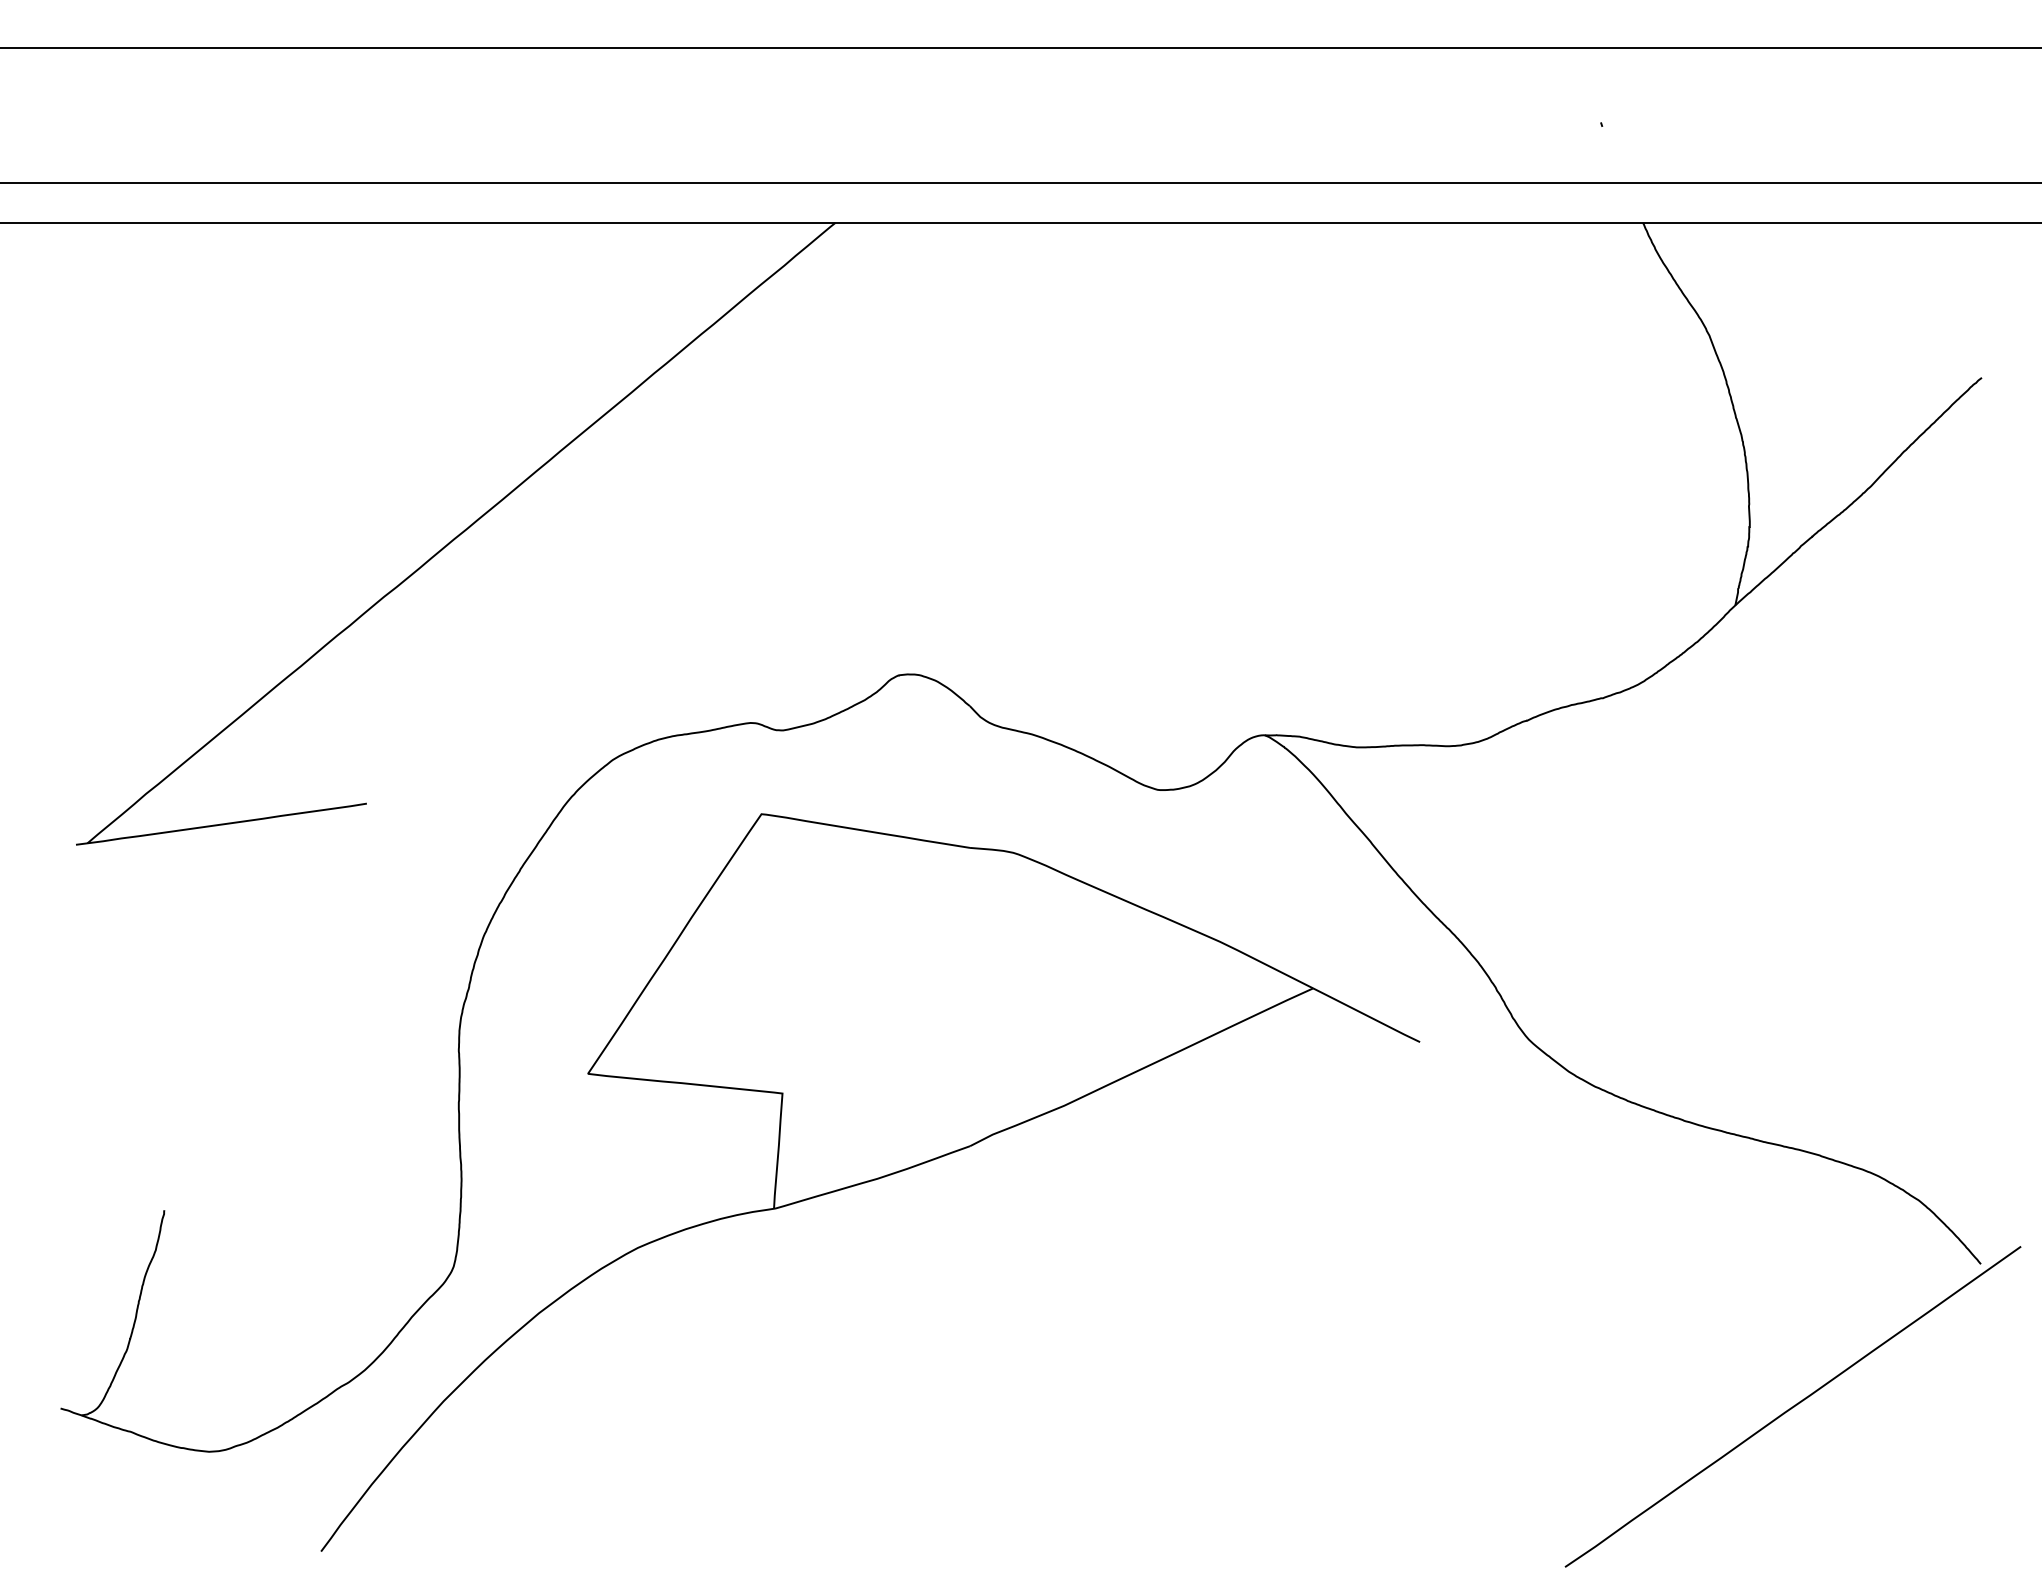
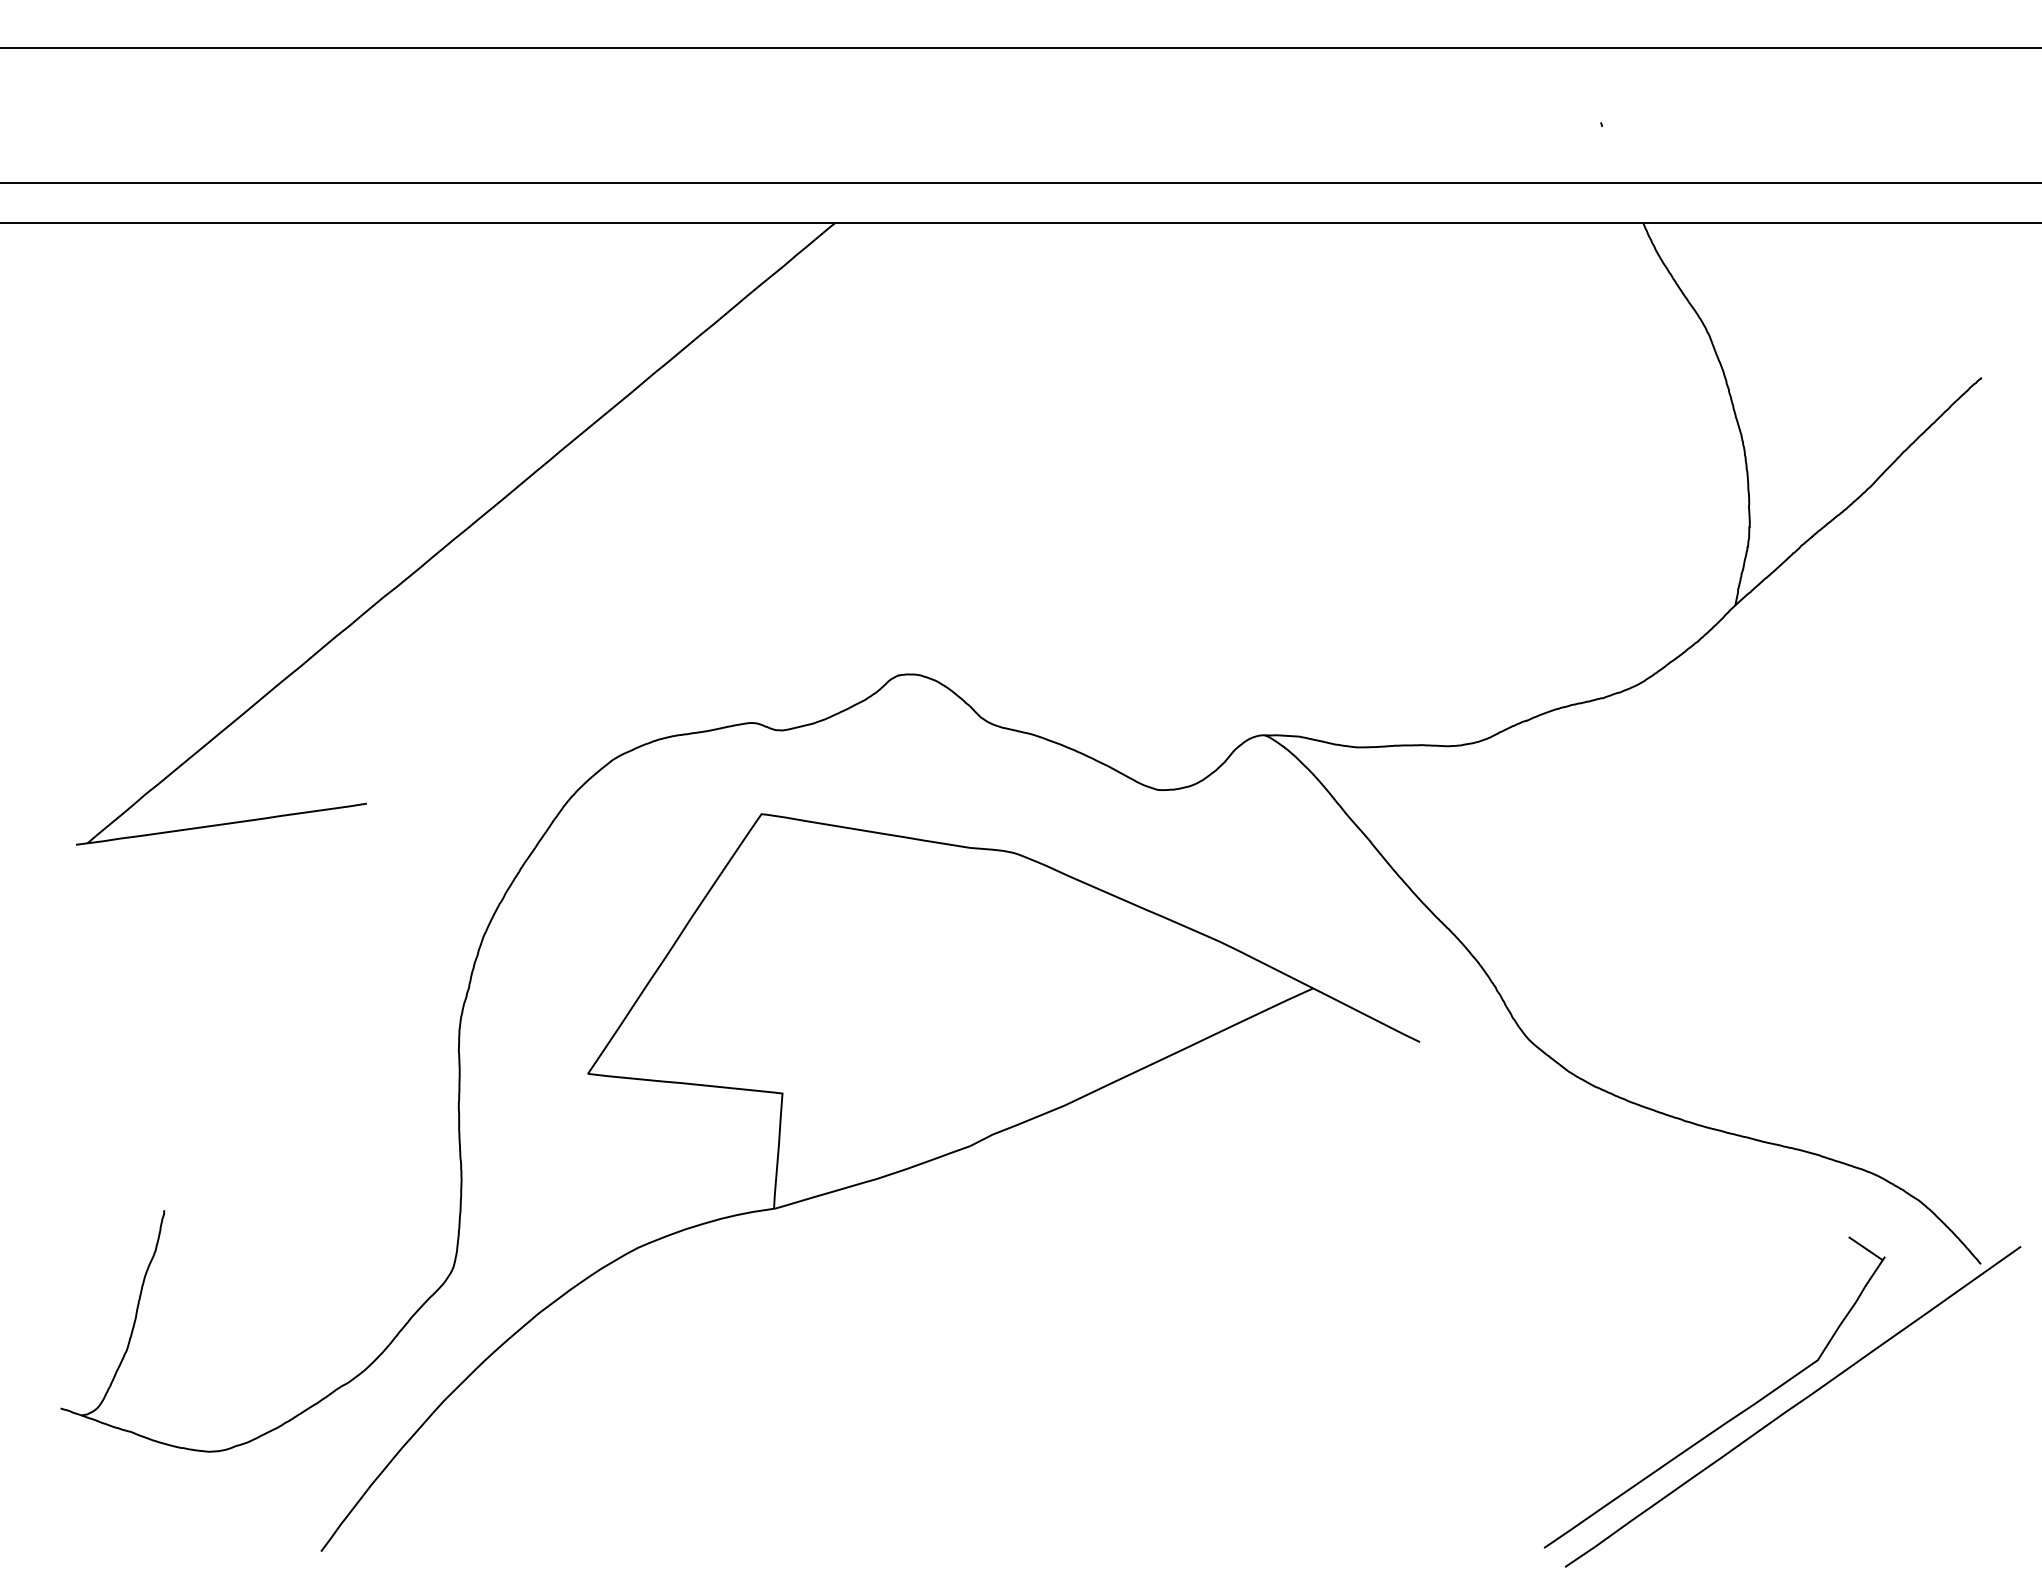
part at (1732, 1417): none -> present
